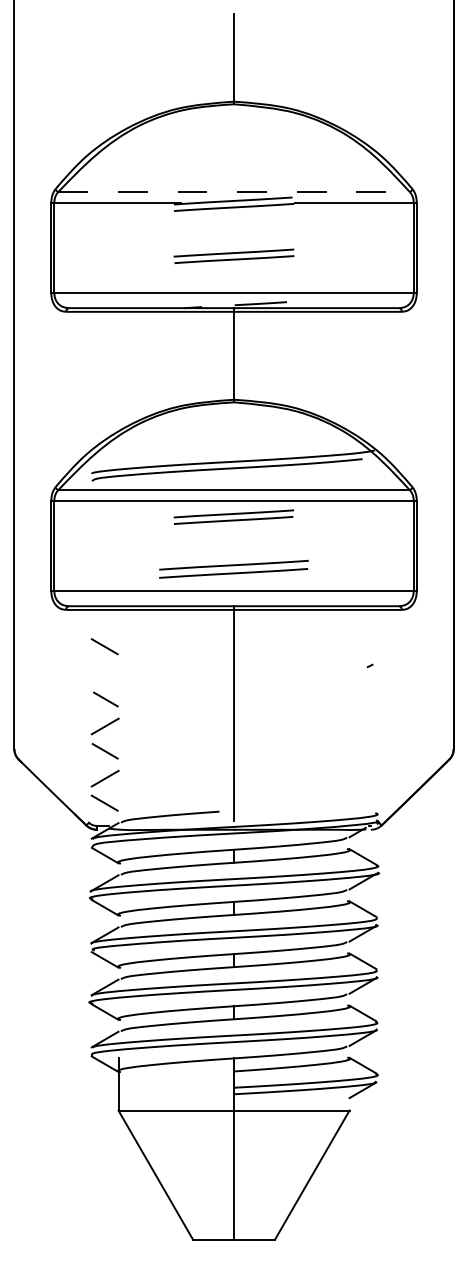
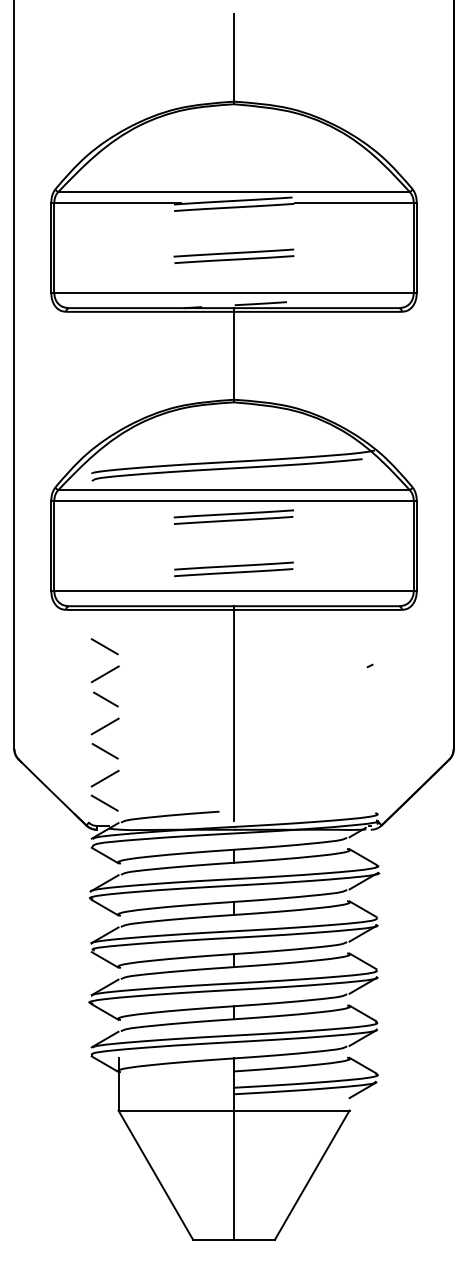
line at (234, 191): dashed -> solid
part at (233, 568) size: 150x20 px -> 120x17 px
line at (104, 674): none -> present
